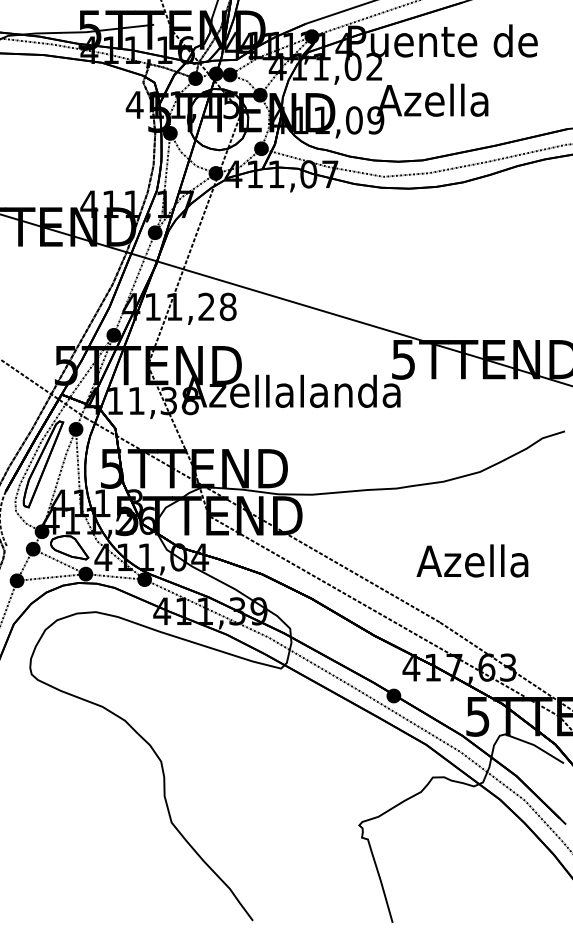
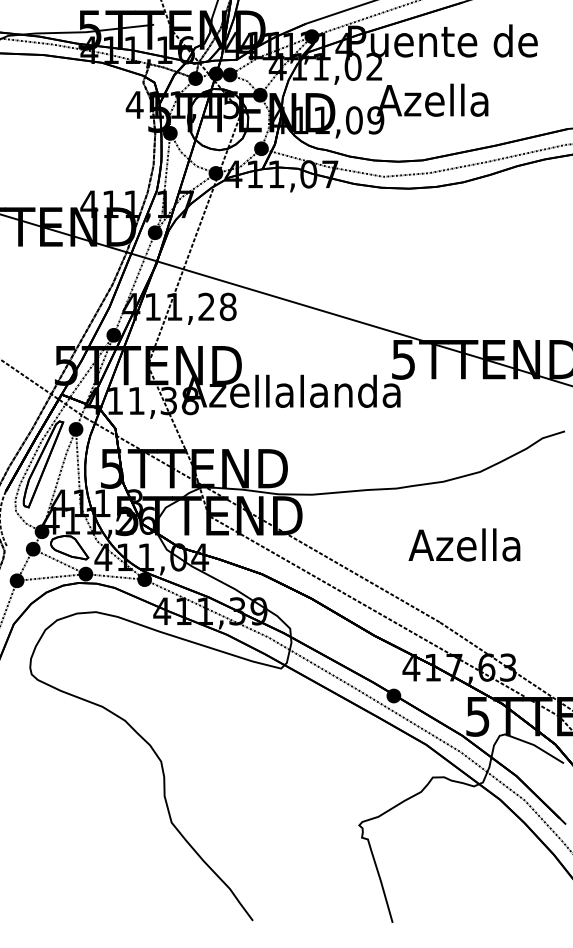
text at (472, 560) position: (472, 560) -> (464, 544)
